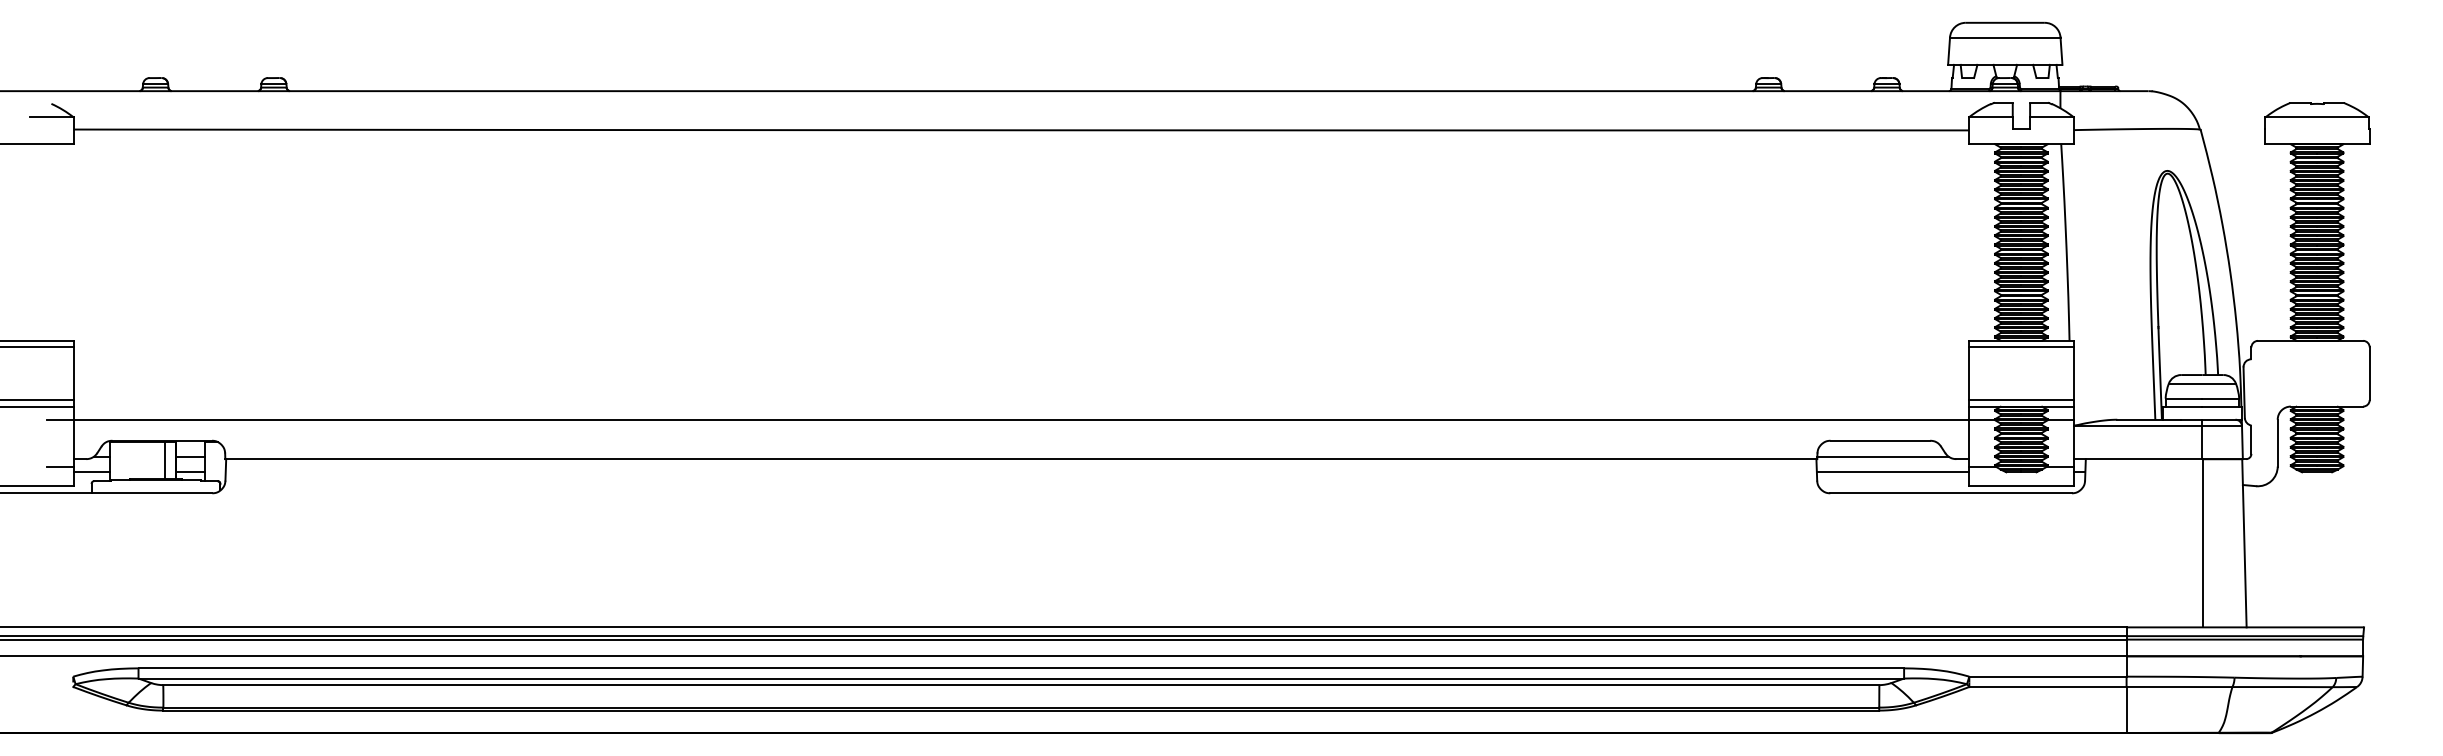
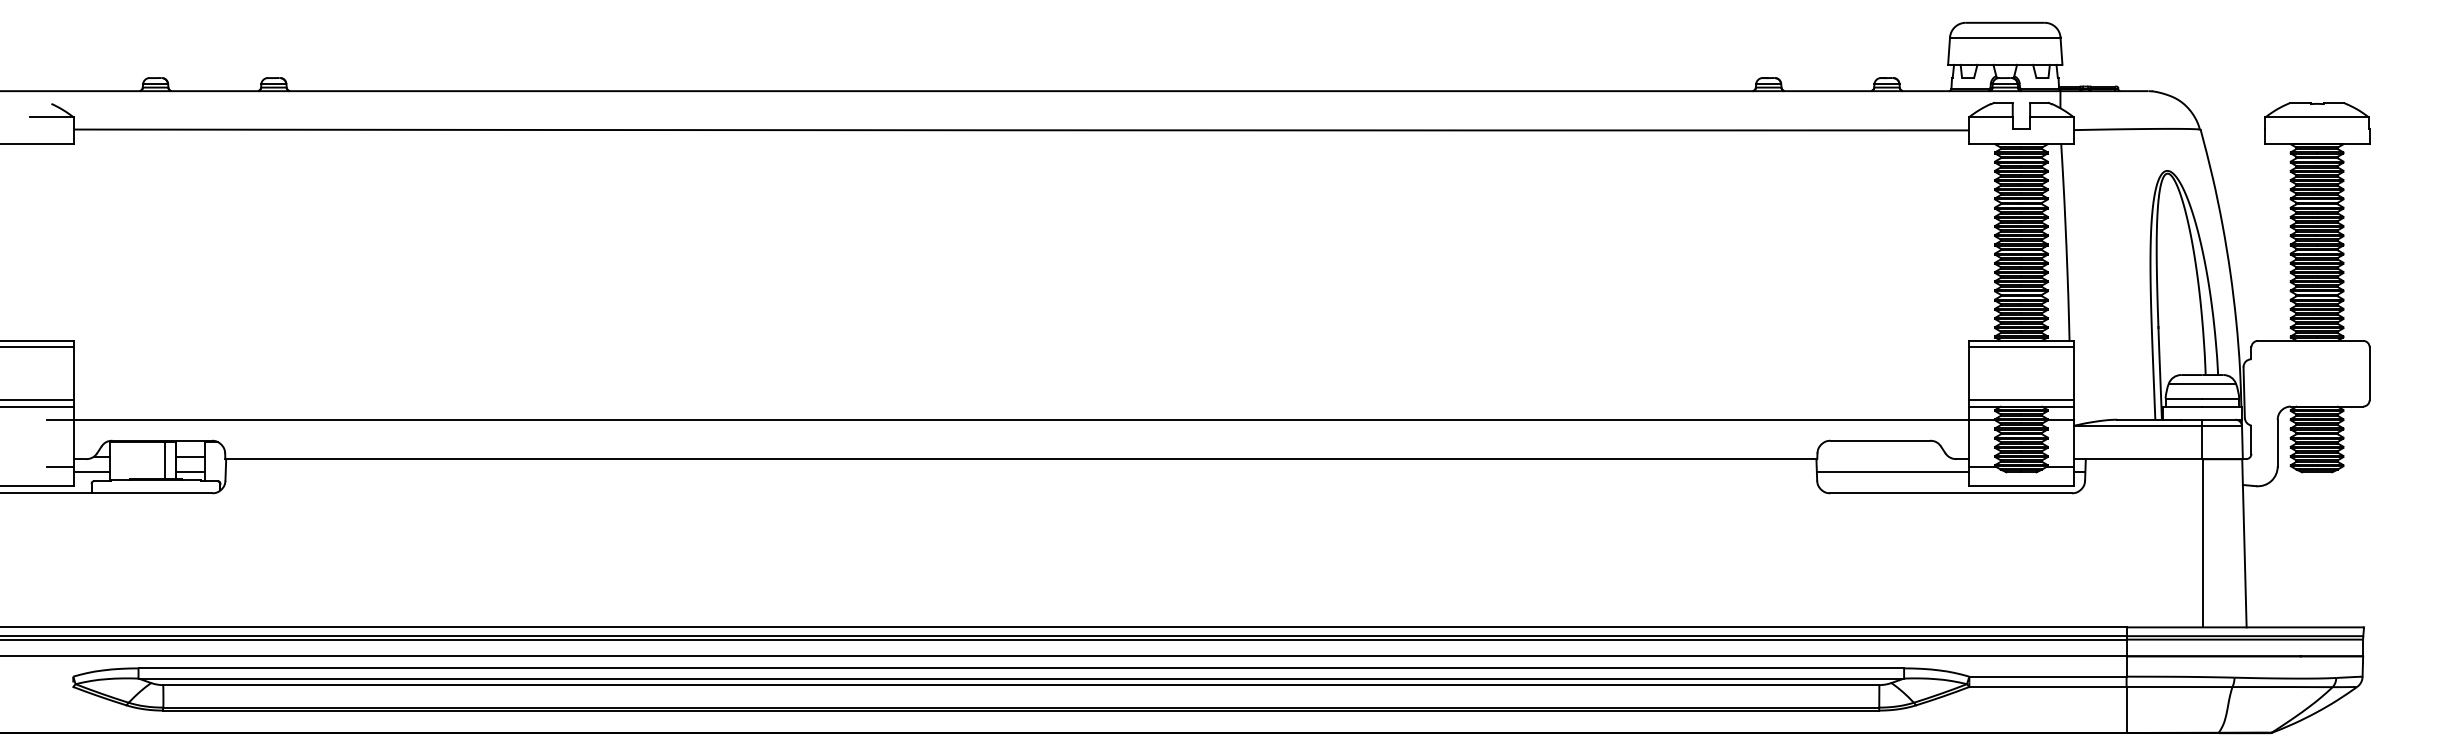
line at (1882, 456): present -> none
